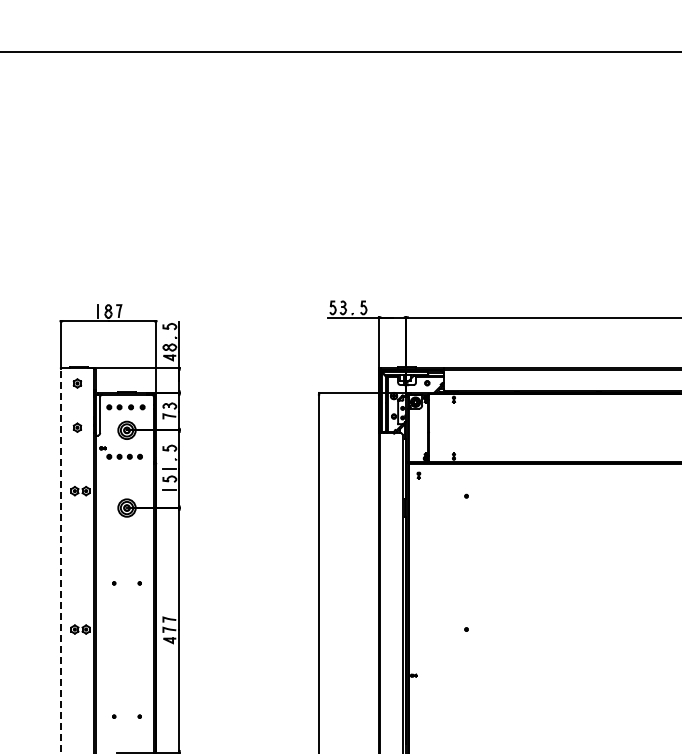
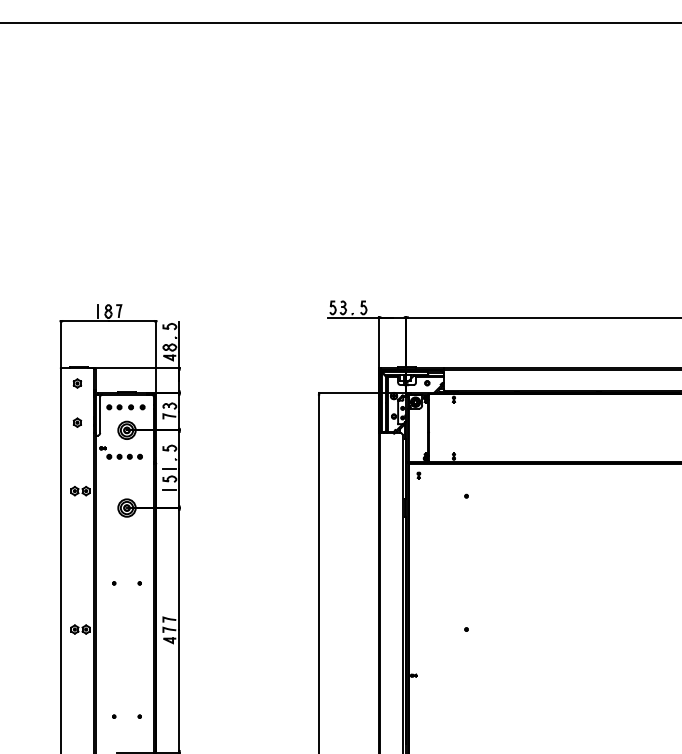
line at (340, 51) position: (340, 51) -> (340, 22)
part at (77, 427) position: (77, 427) -> (77, 422)
line at (60, 561): dashed -> solid
